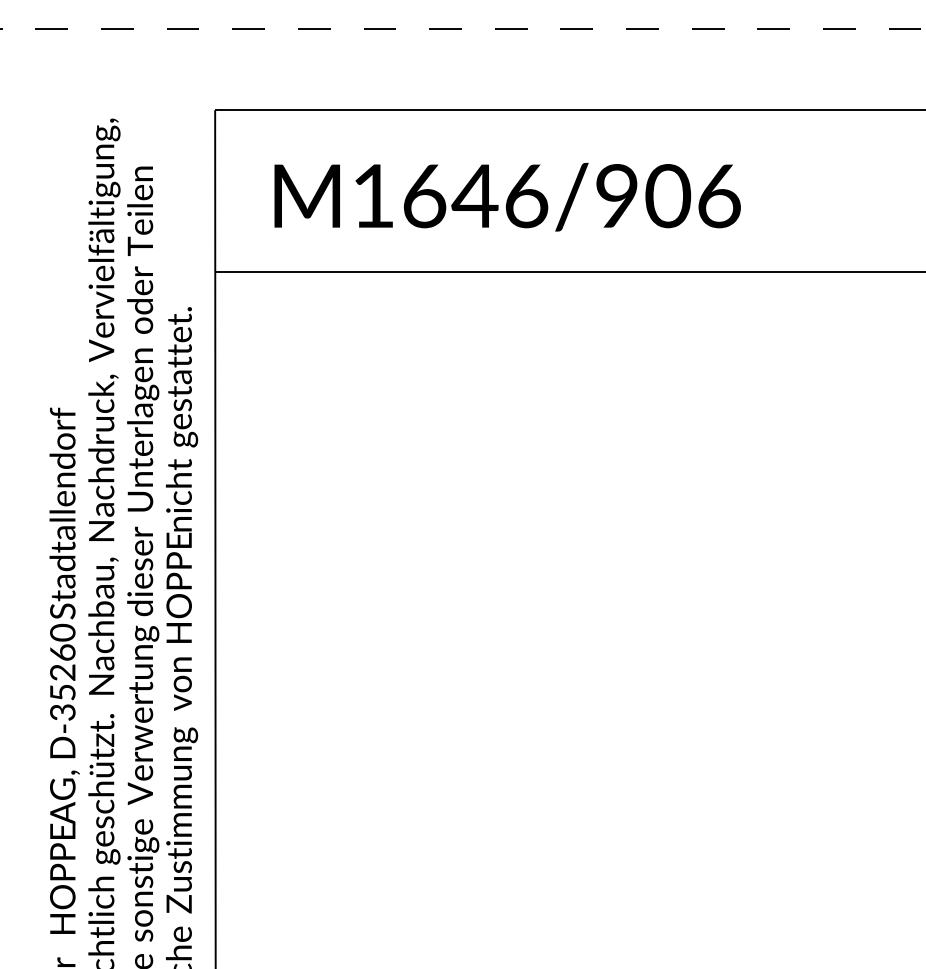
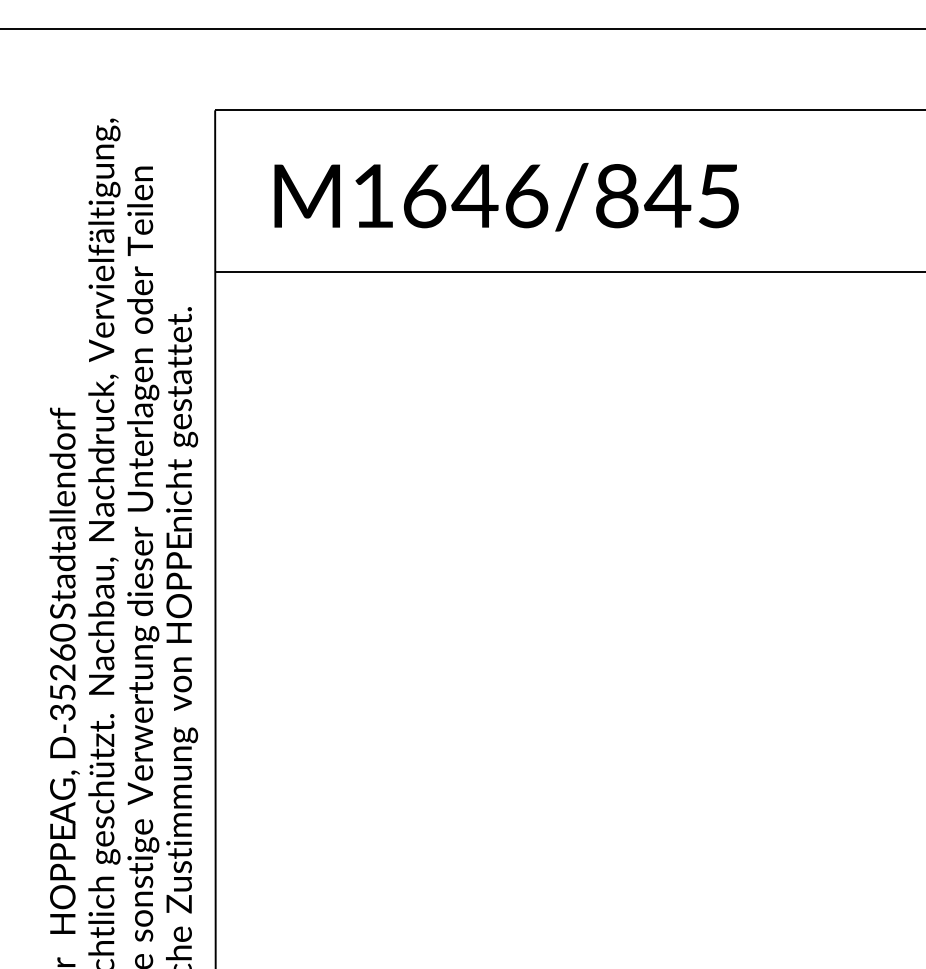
line at (463, 28): dashed -> solid
text at (668, 196): M1646/906 -> M1646/845
